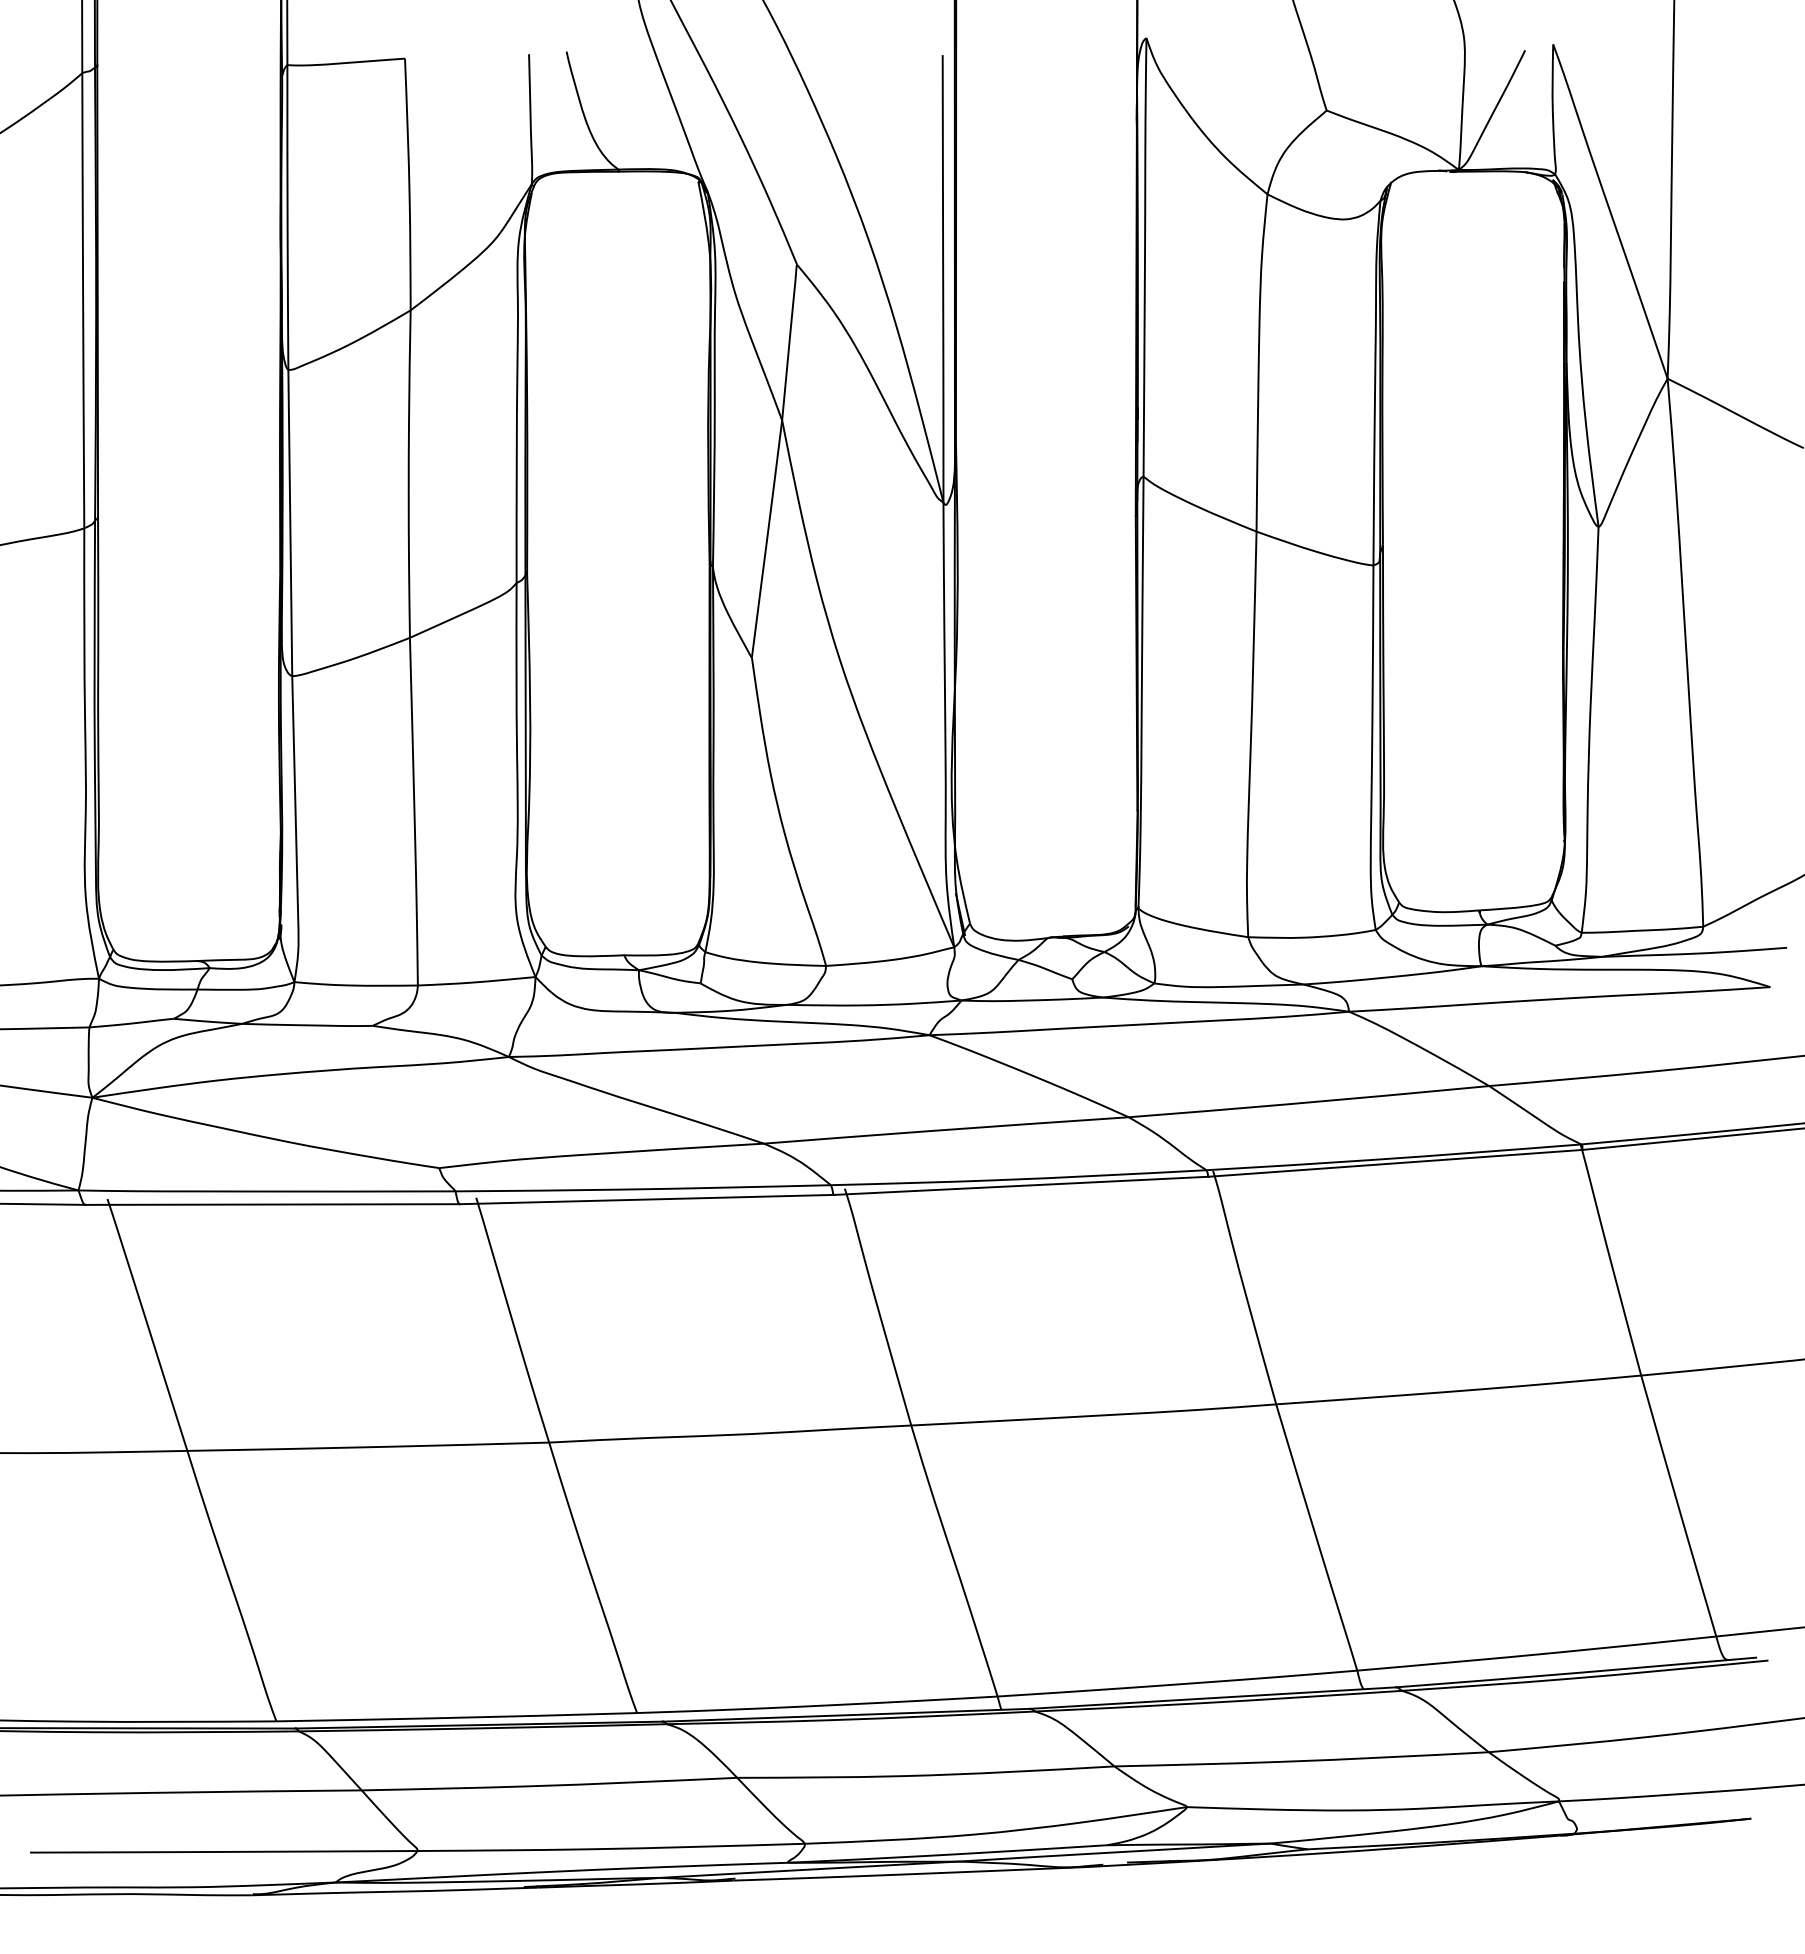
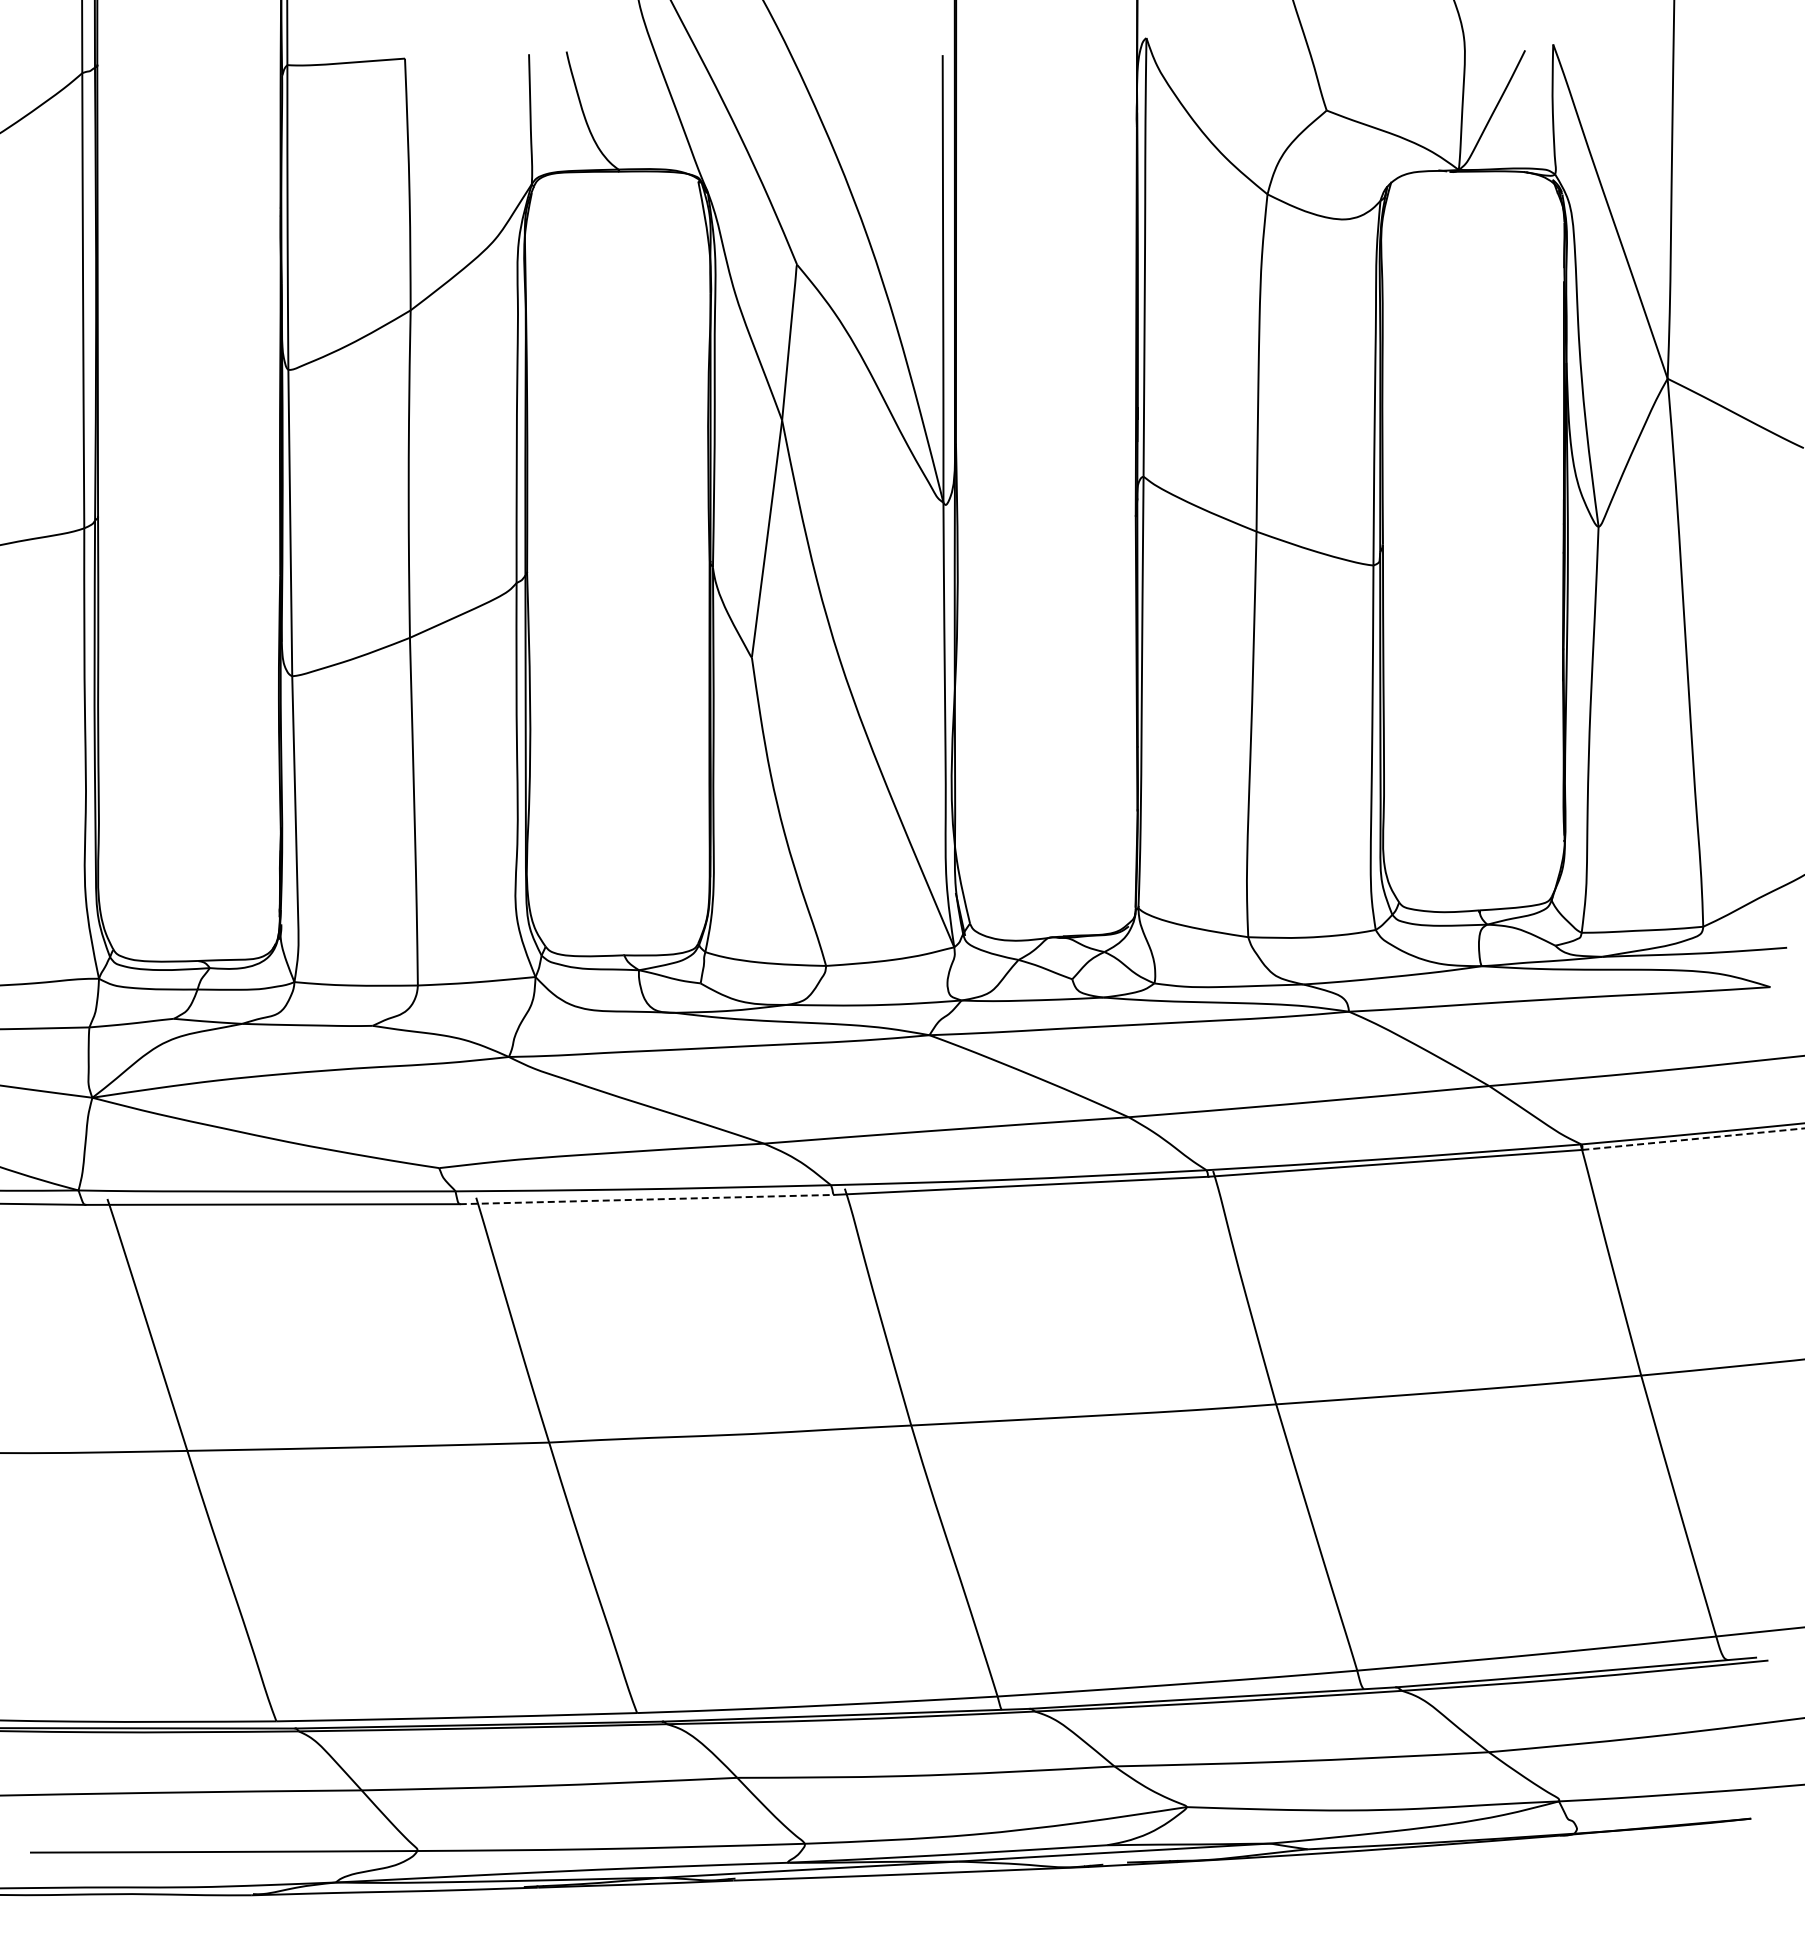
line at (1693, 1139): solid -> dashed
line at (647, 1199): solid -> dashed
